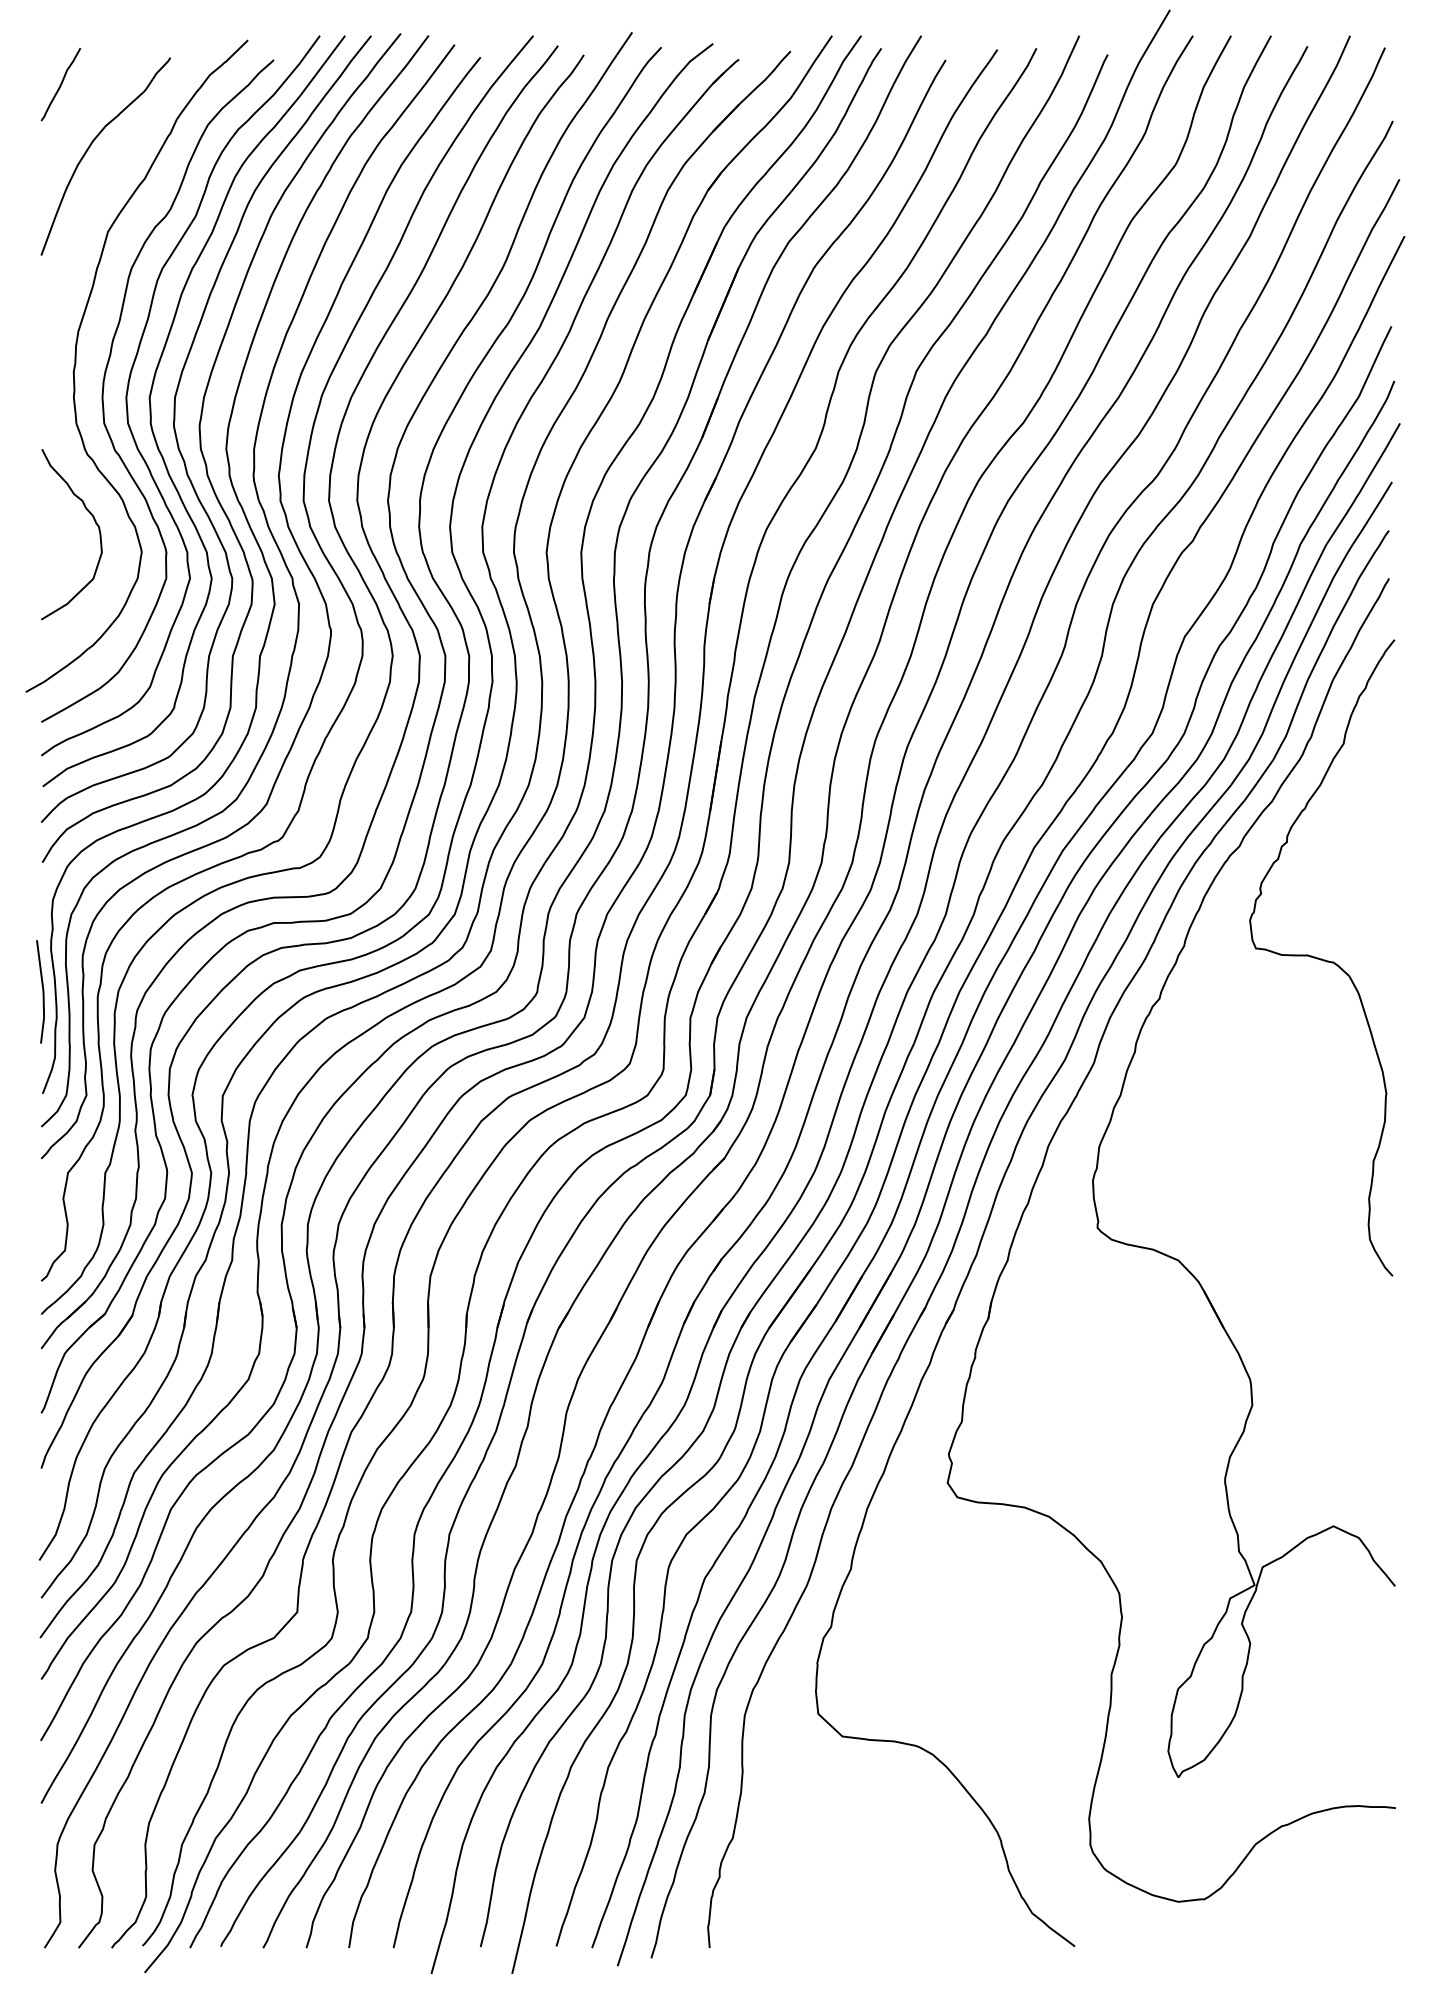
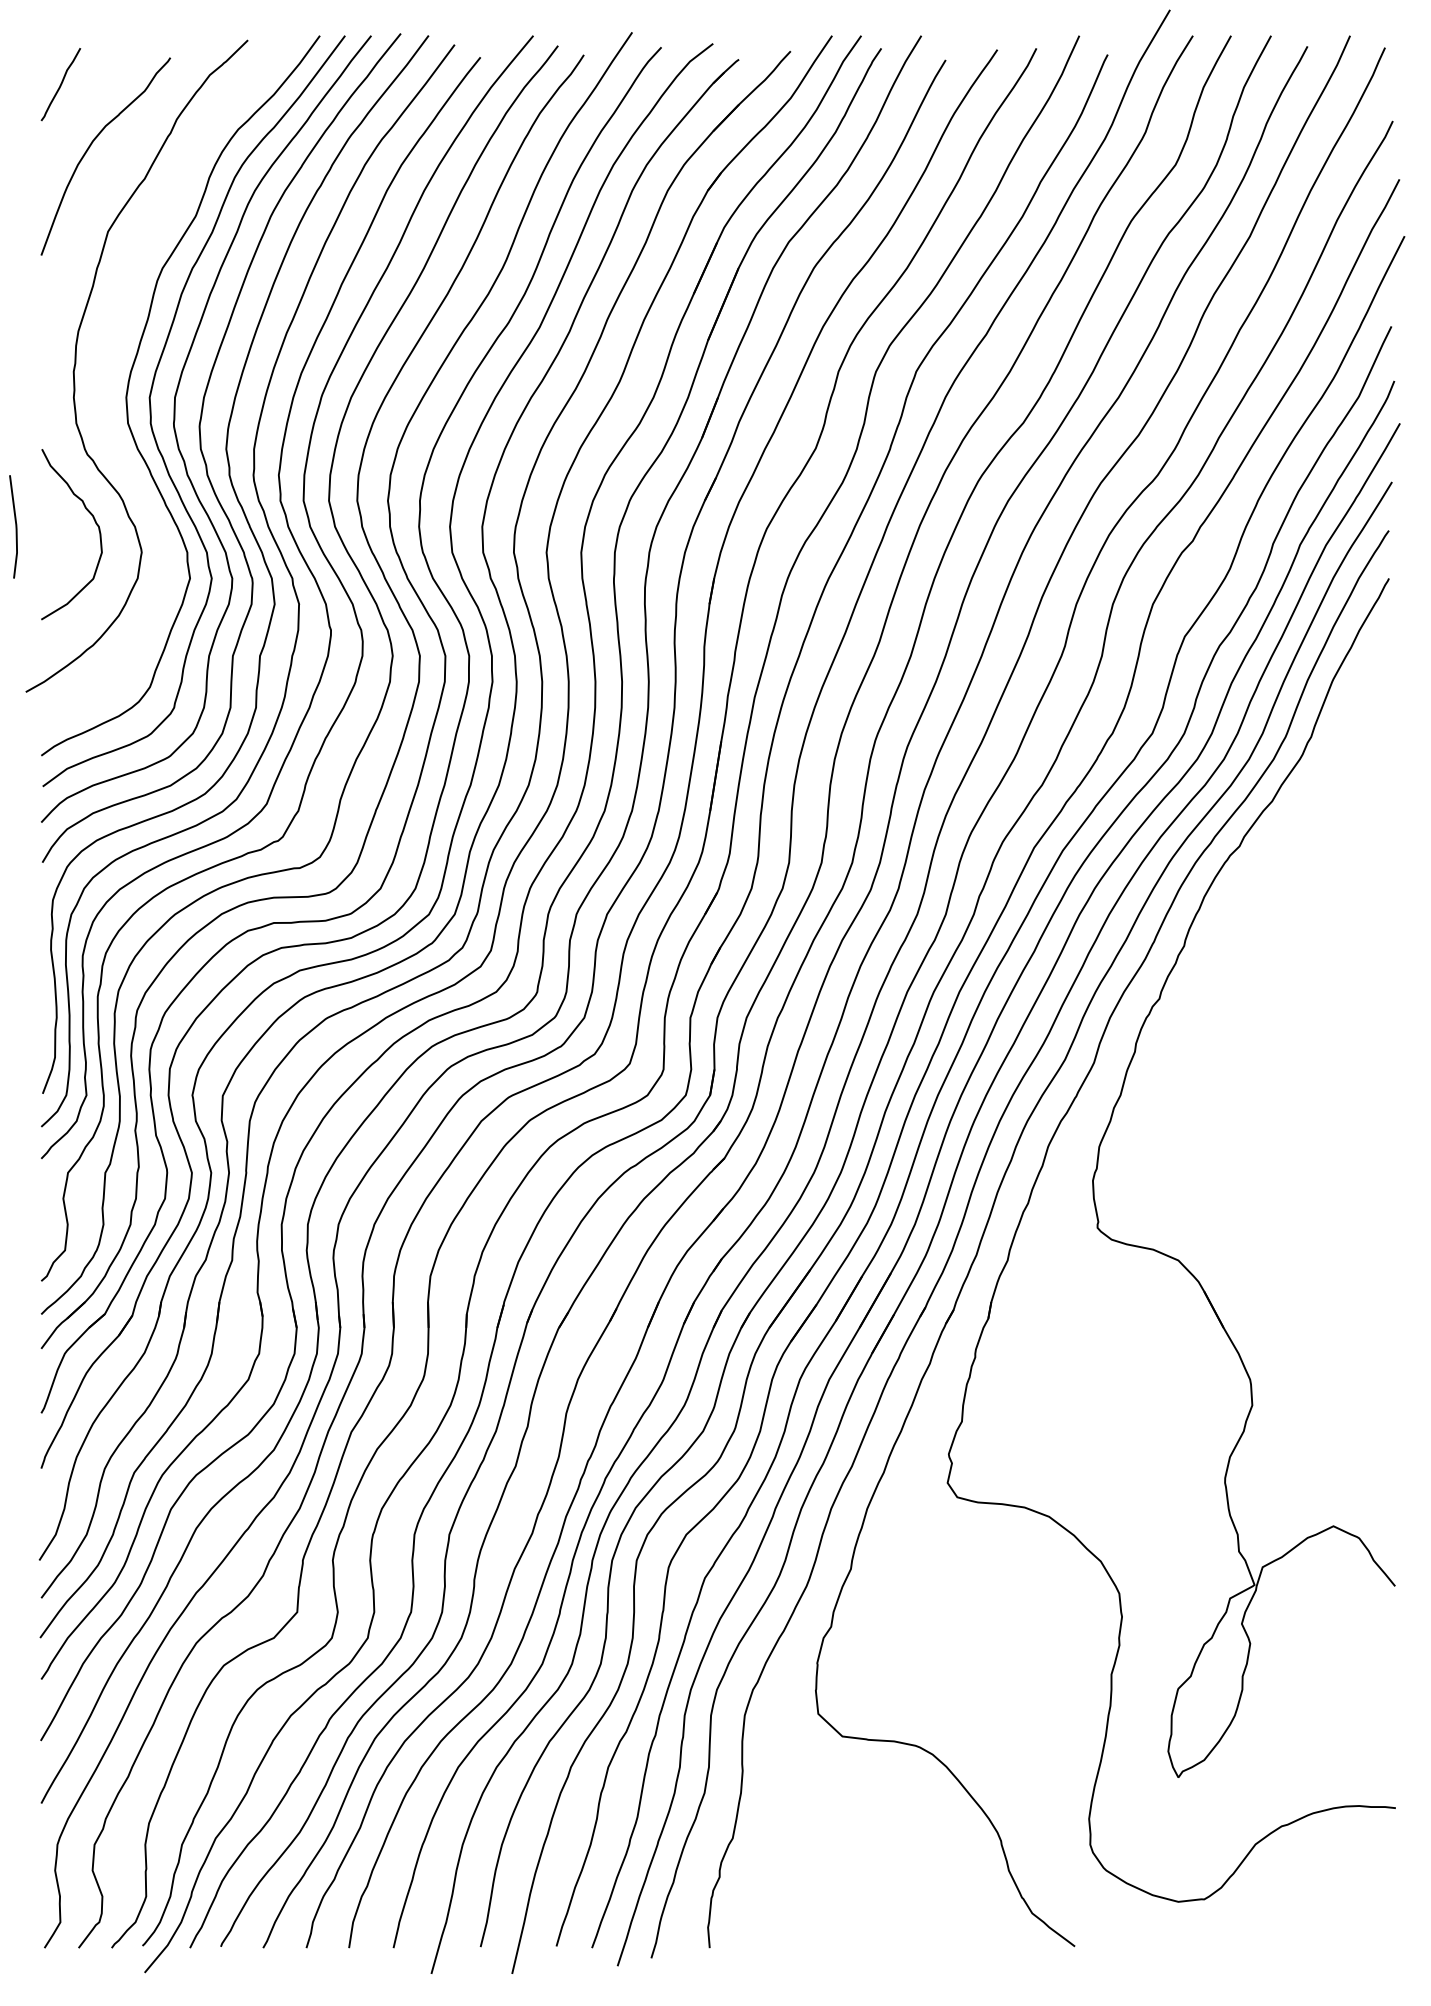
curve at (104, 387): present -> none
curve at (1321, 958): present -> none
line at (42, 991) position: (42, 991) -> (15, 526)
